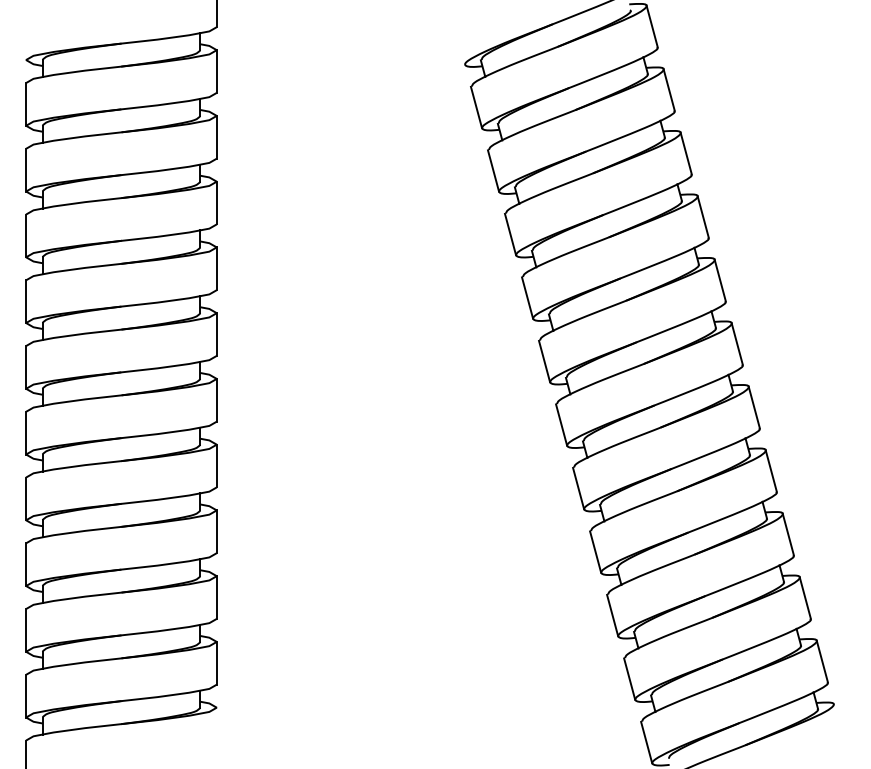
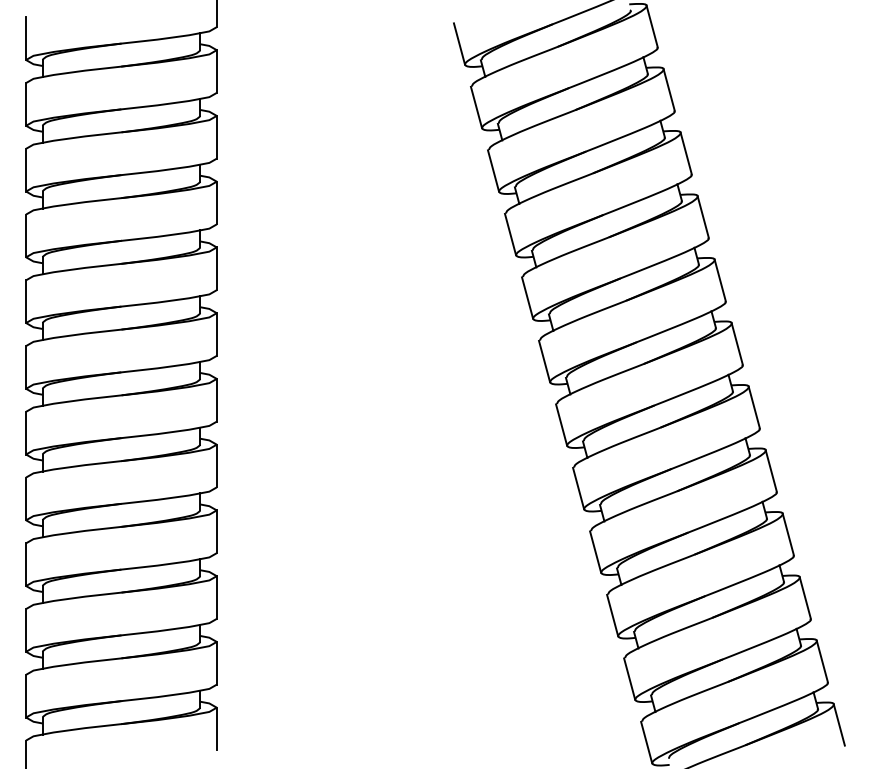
line at (26, 38): none -> present
line at (459, 43): none -> present
line at (838, 724): none -> present
line at (216, 728): none -> present
